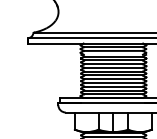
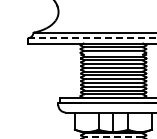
line at (93, 38): solid -> dashed
line at (113, 137): solid -> dashed
